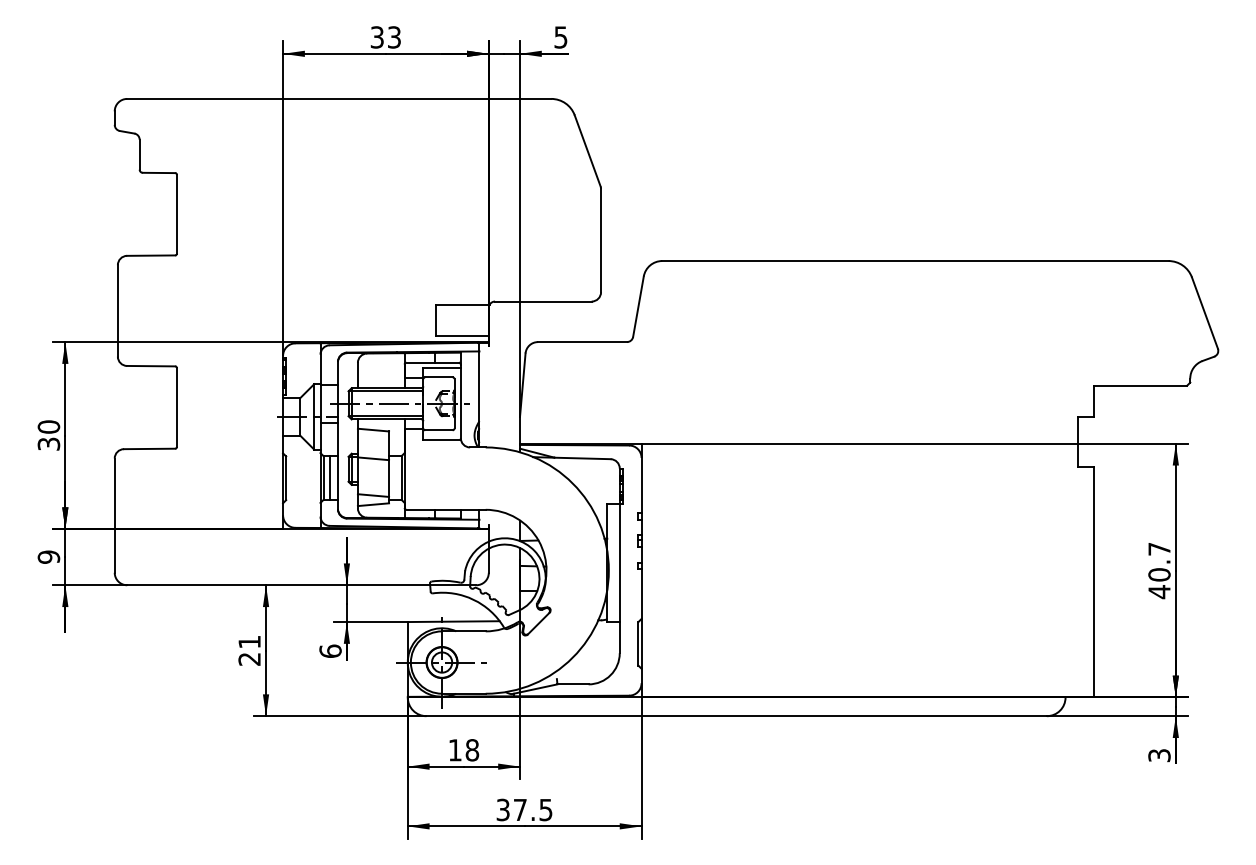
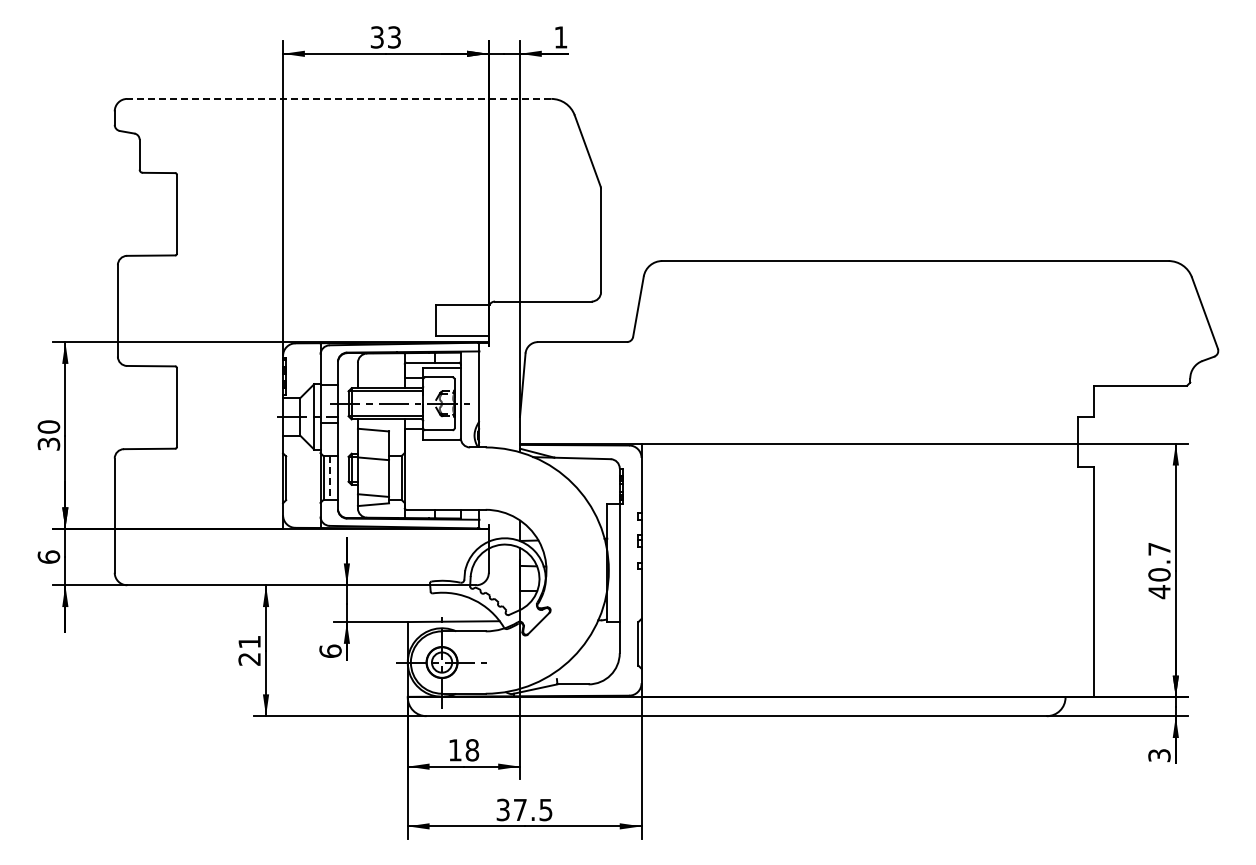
text at (560, 37): 5 -> 1
line at (338, 98): solid -> dashed
line at (329, 478): solid -> dashed
text at (48, 556): 9 -> 6
